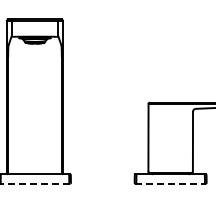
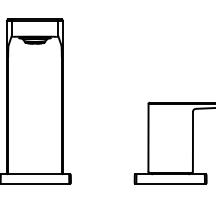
line at (35, 183): dashed -> solid
line at (171, 183): dashed -> solid
